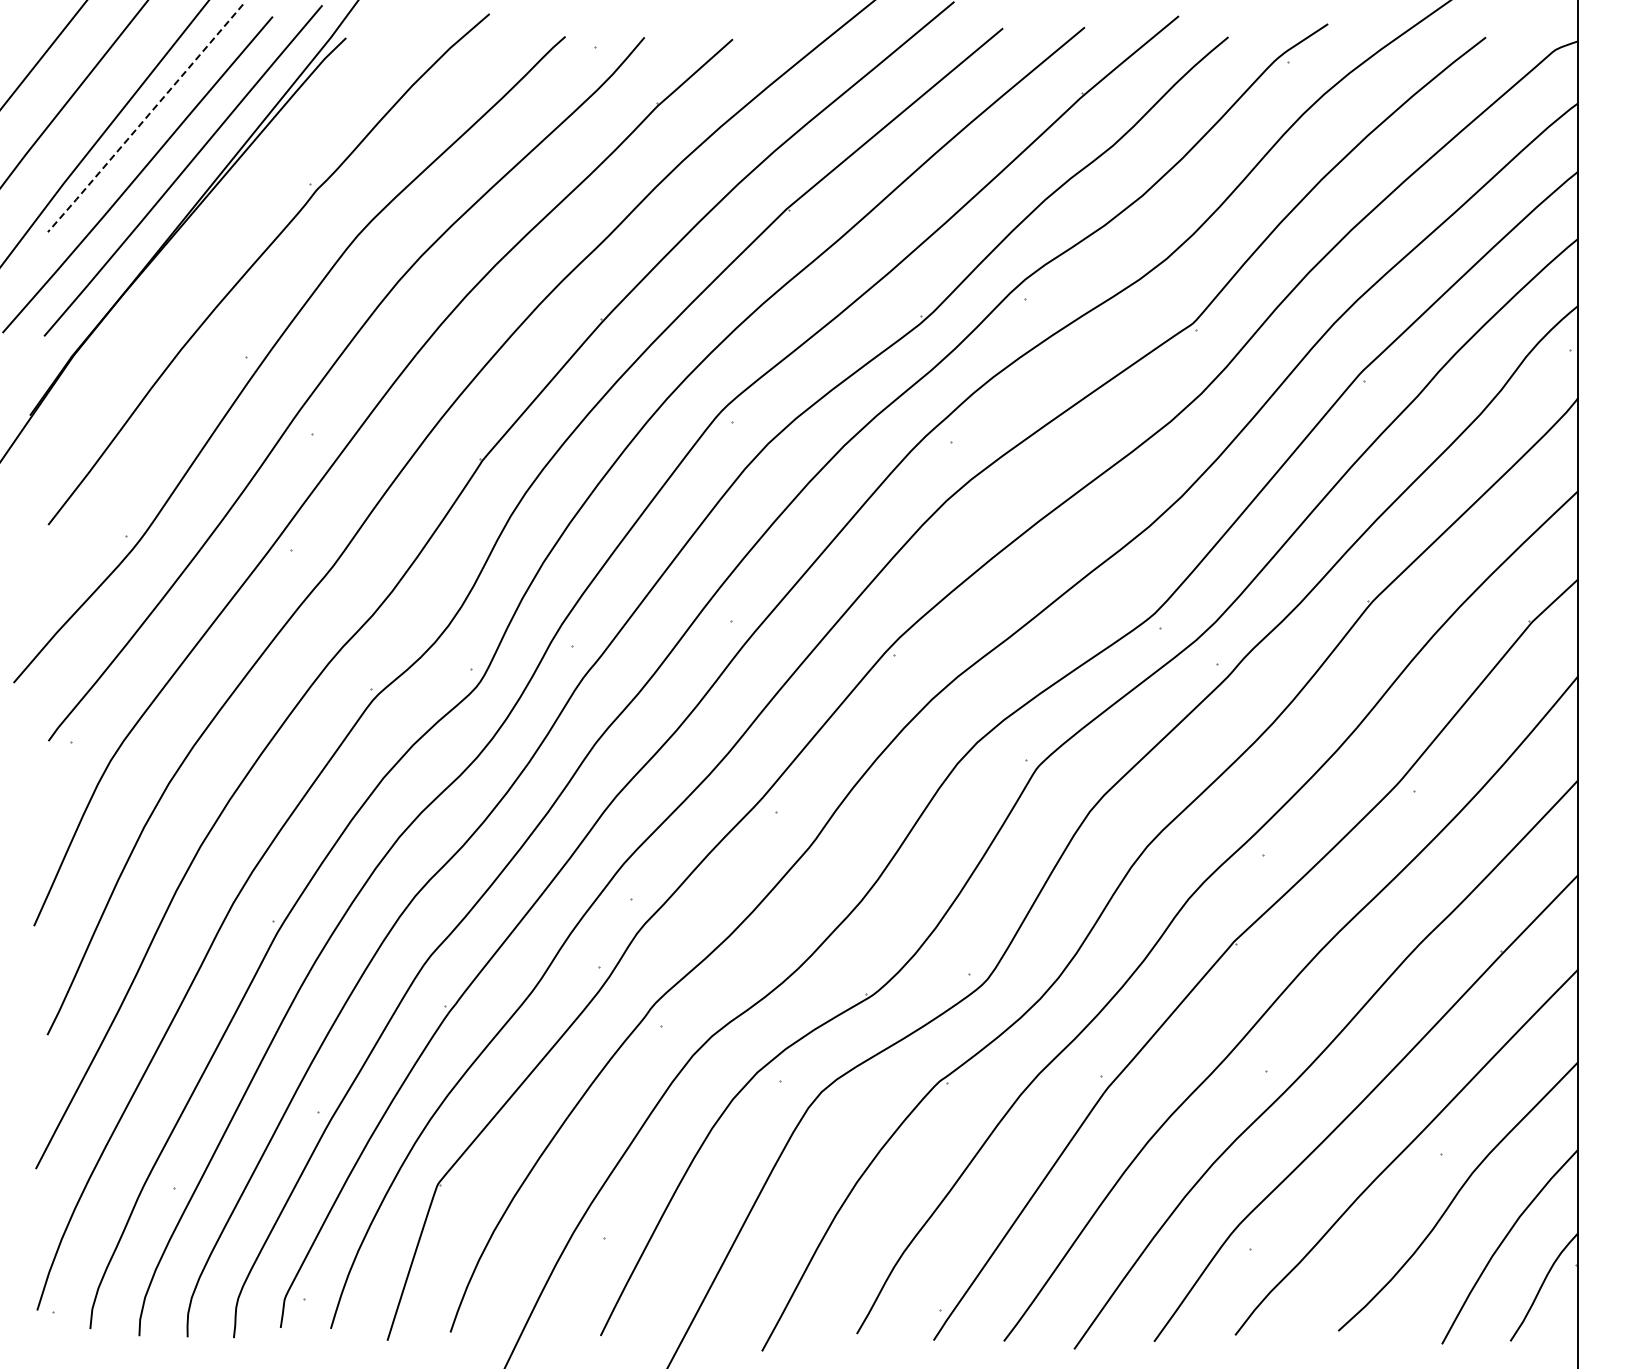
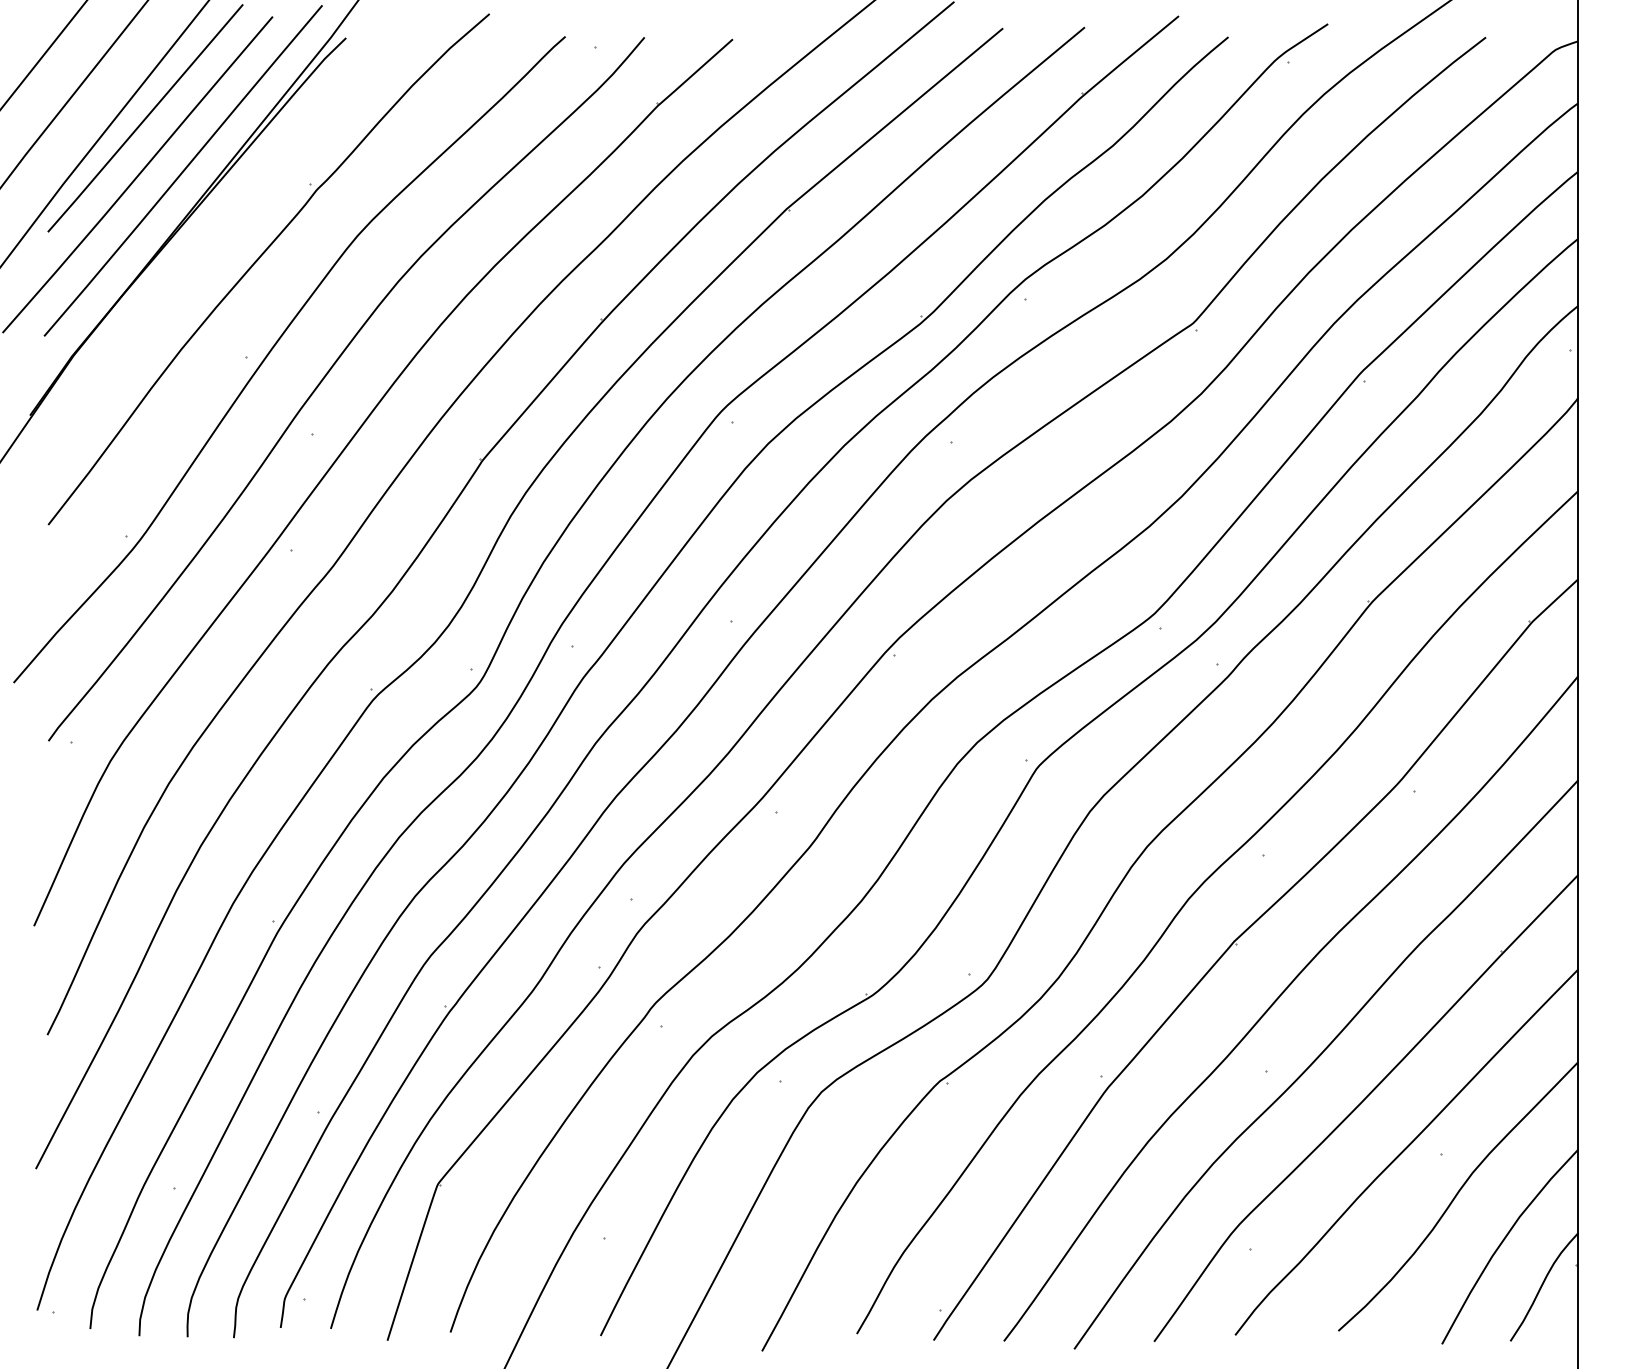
line at (145, 119): dashed -> solid
